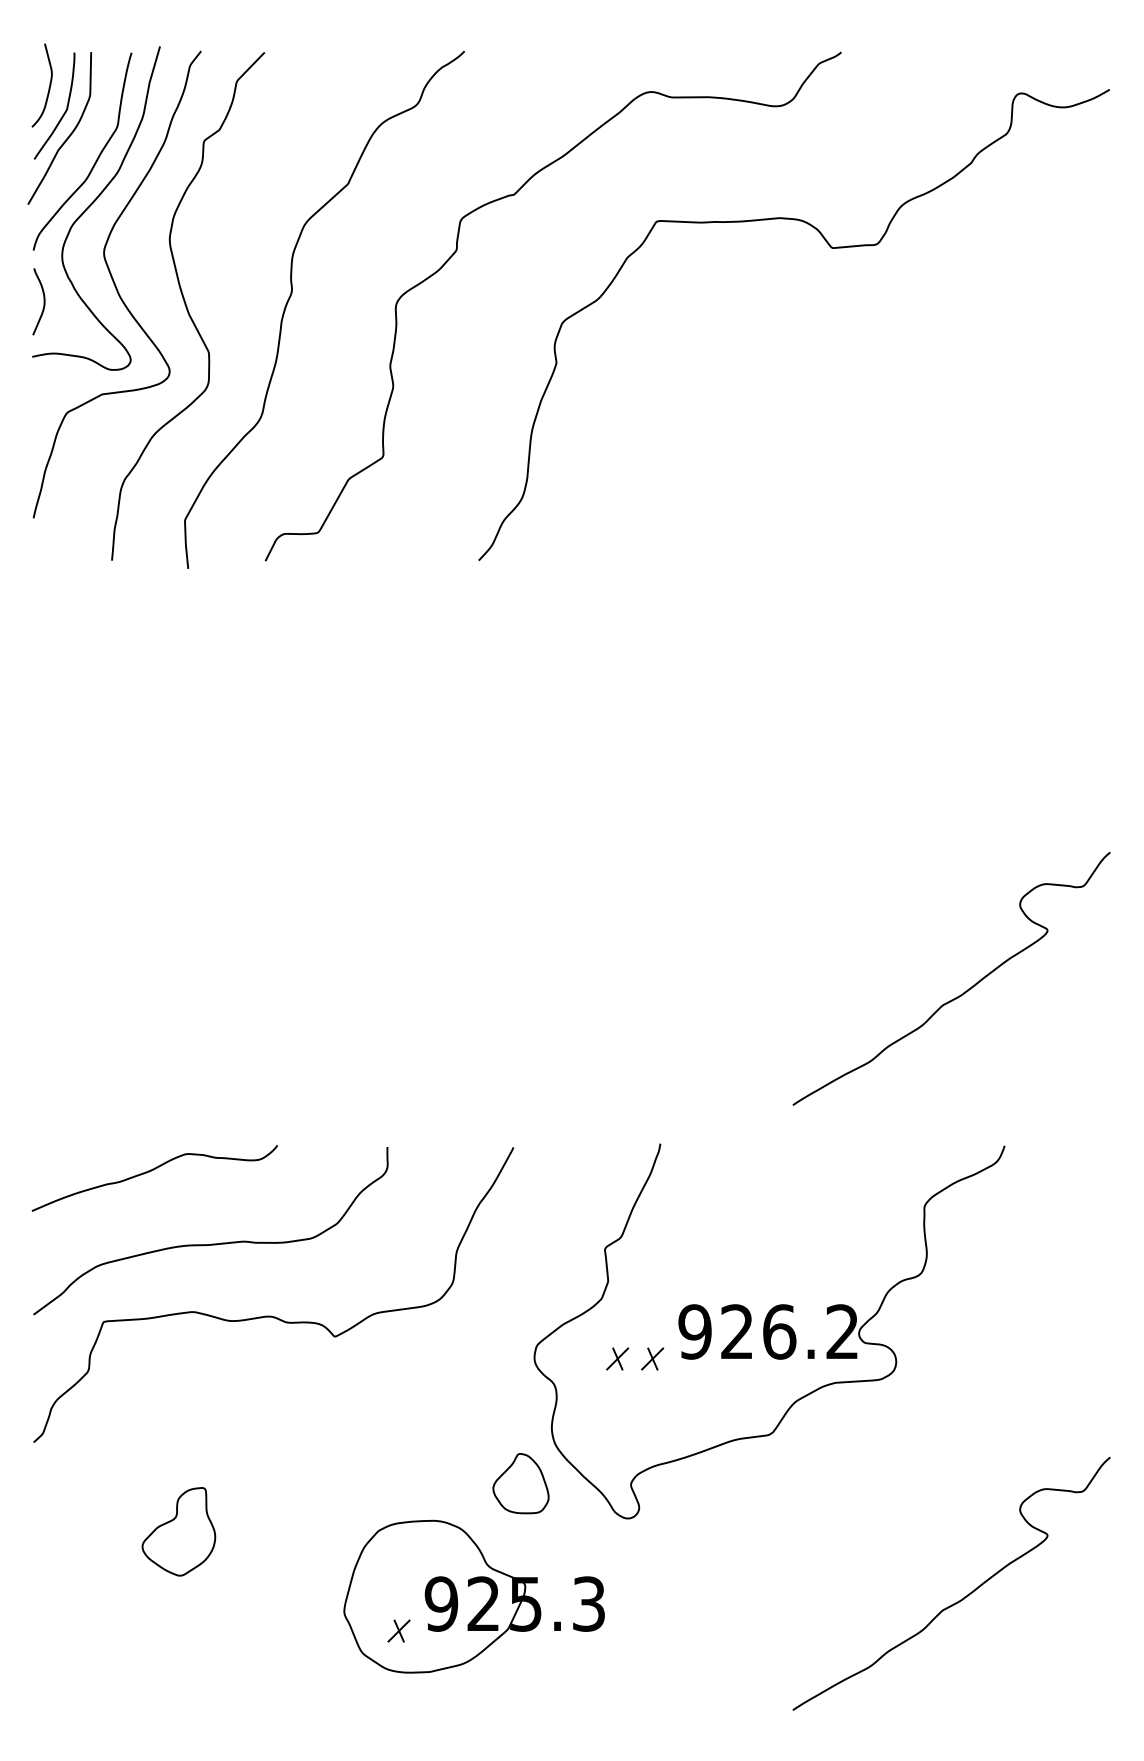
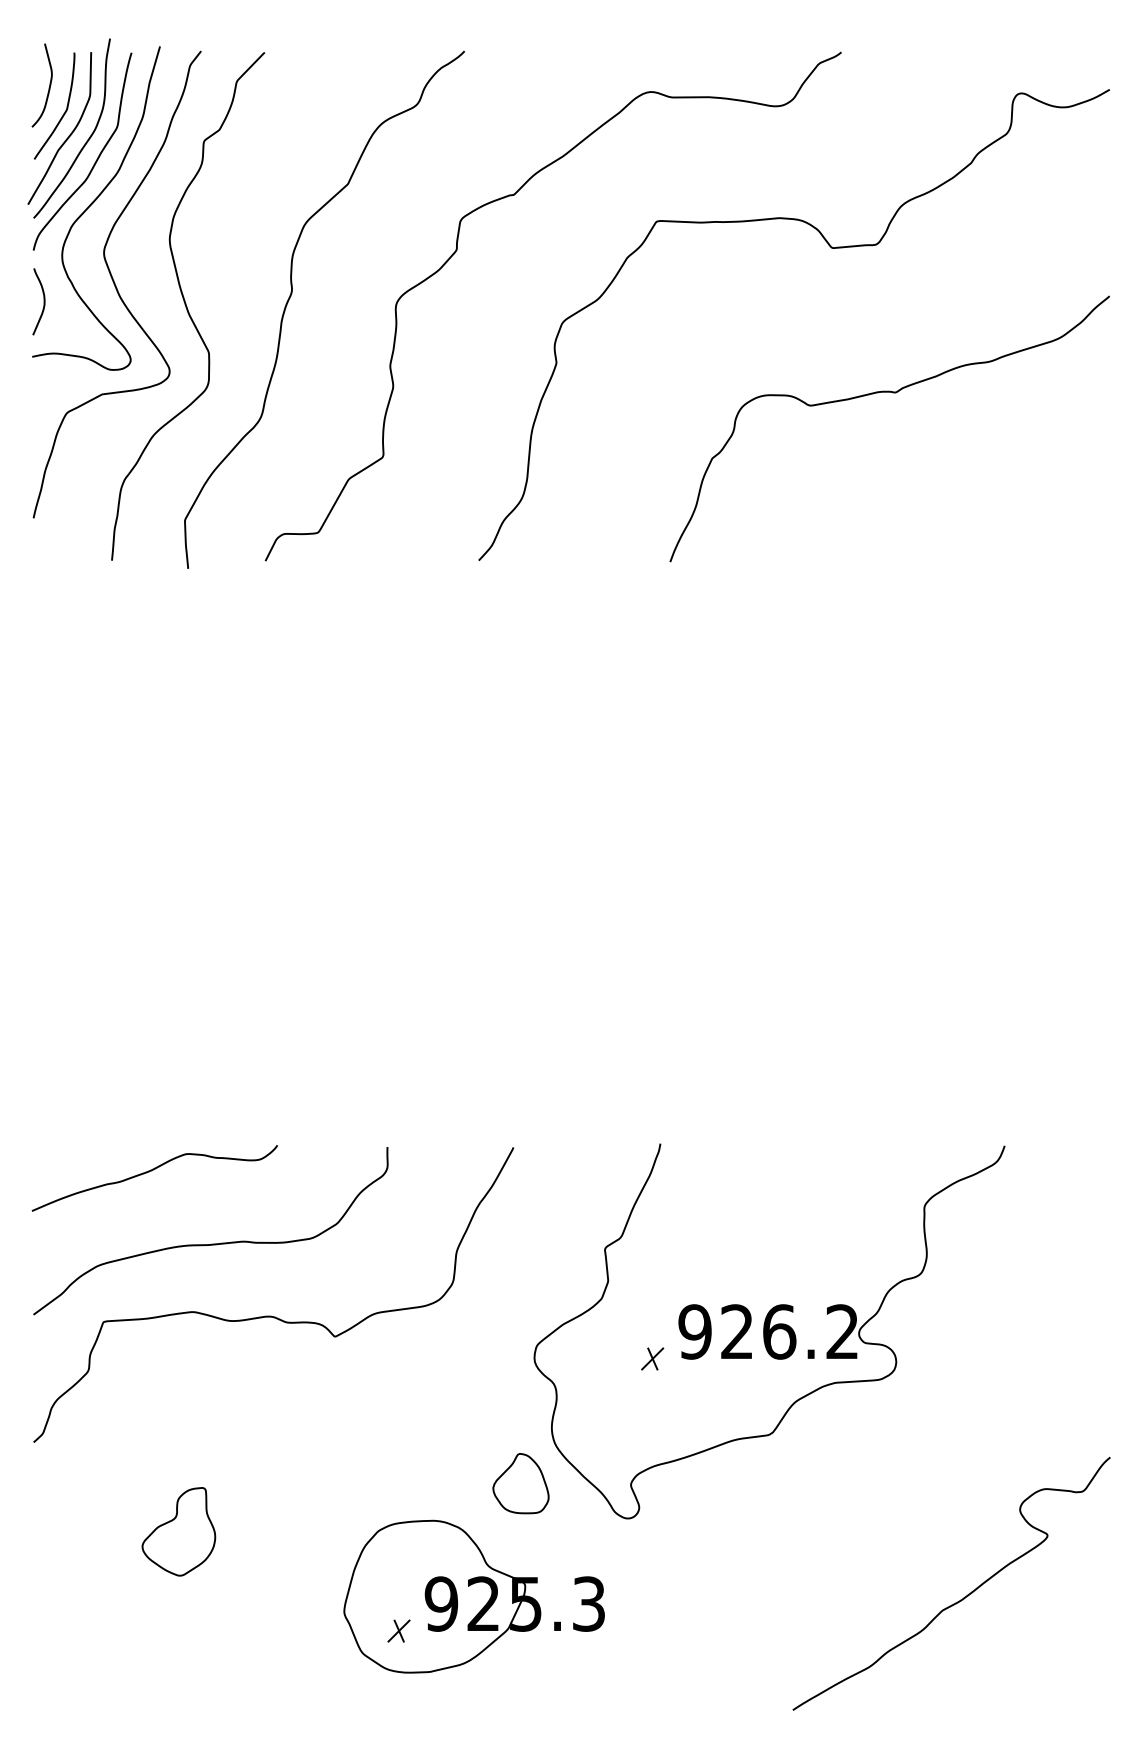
curve at (87, 139): none -> present
curve at (892, 393): none -> present
curve at (960, 994): present -> none
part at (617, 1358): present -> none
